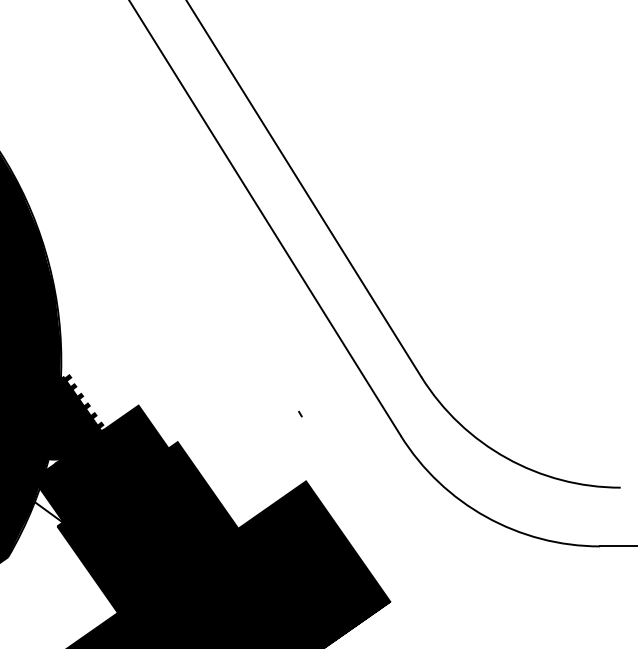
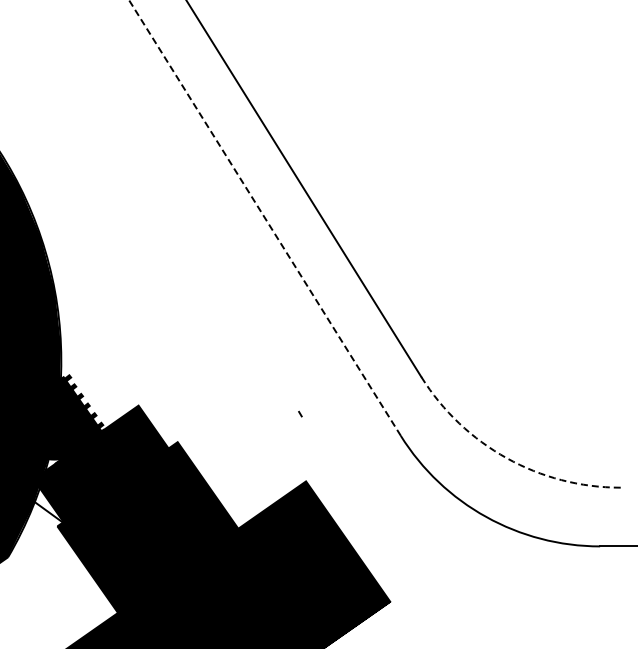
line at (264, 217): solid -> dashed
arc at (506, 458): solid -> dashed
